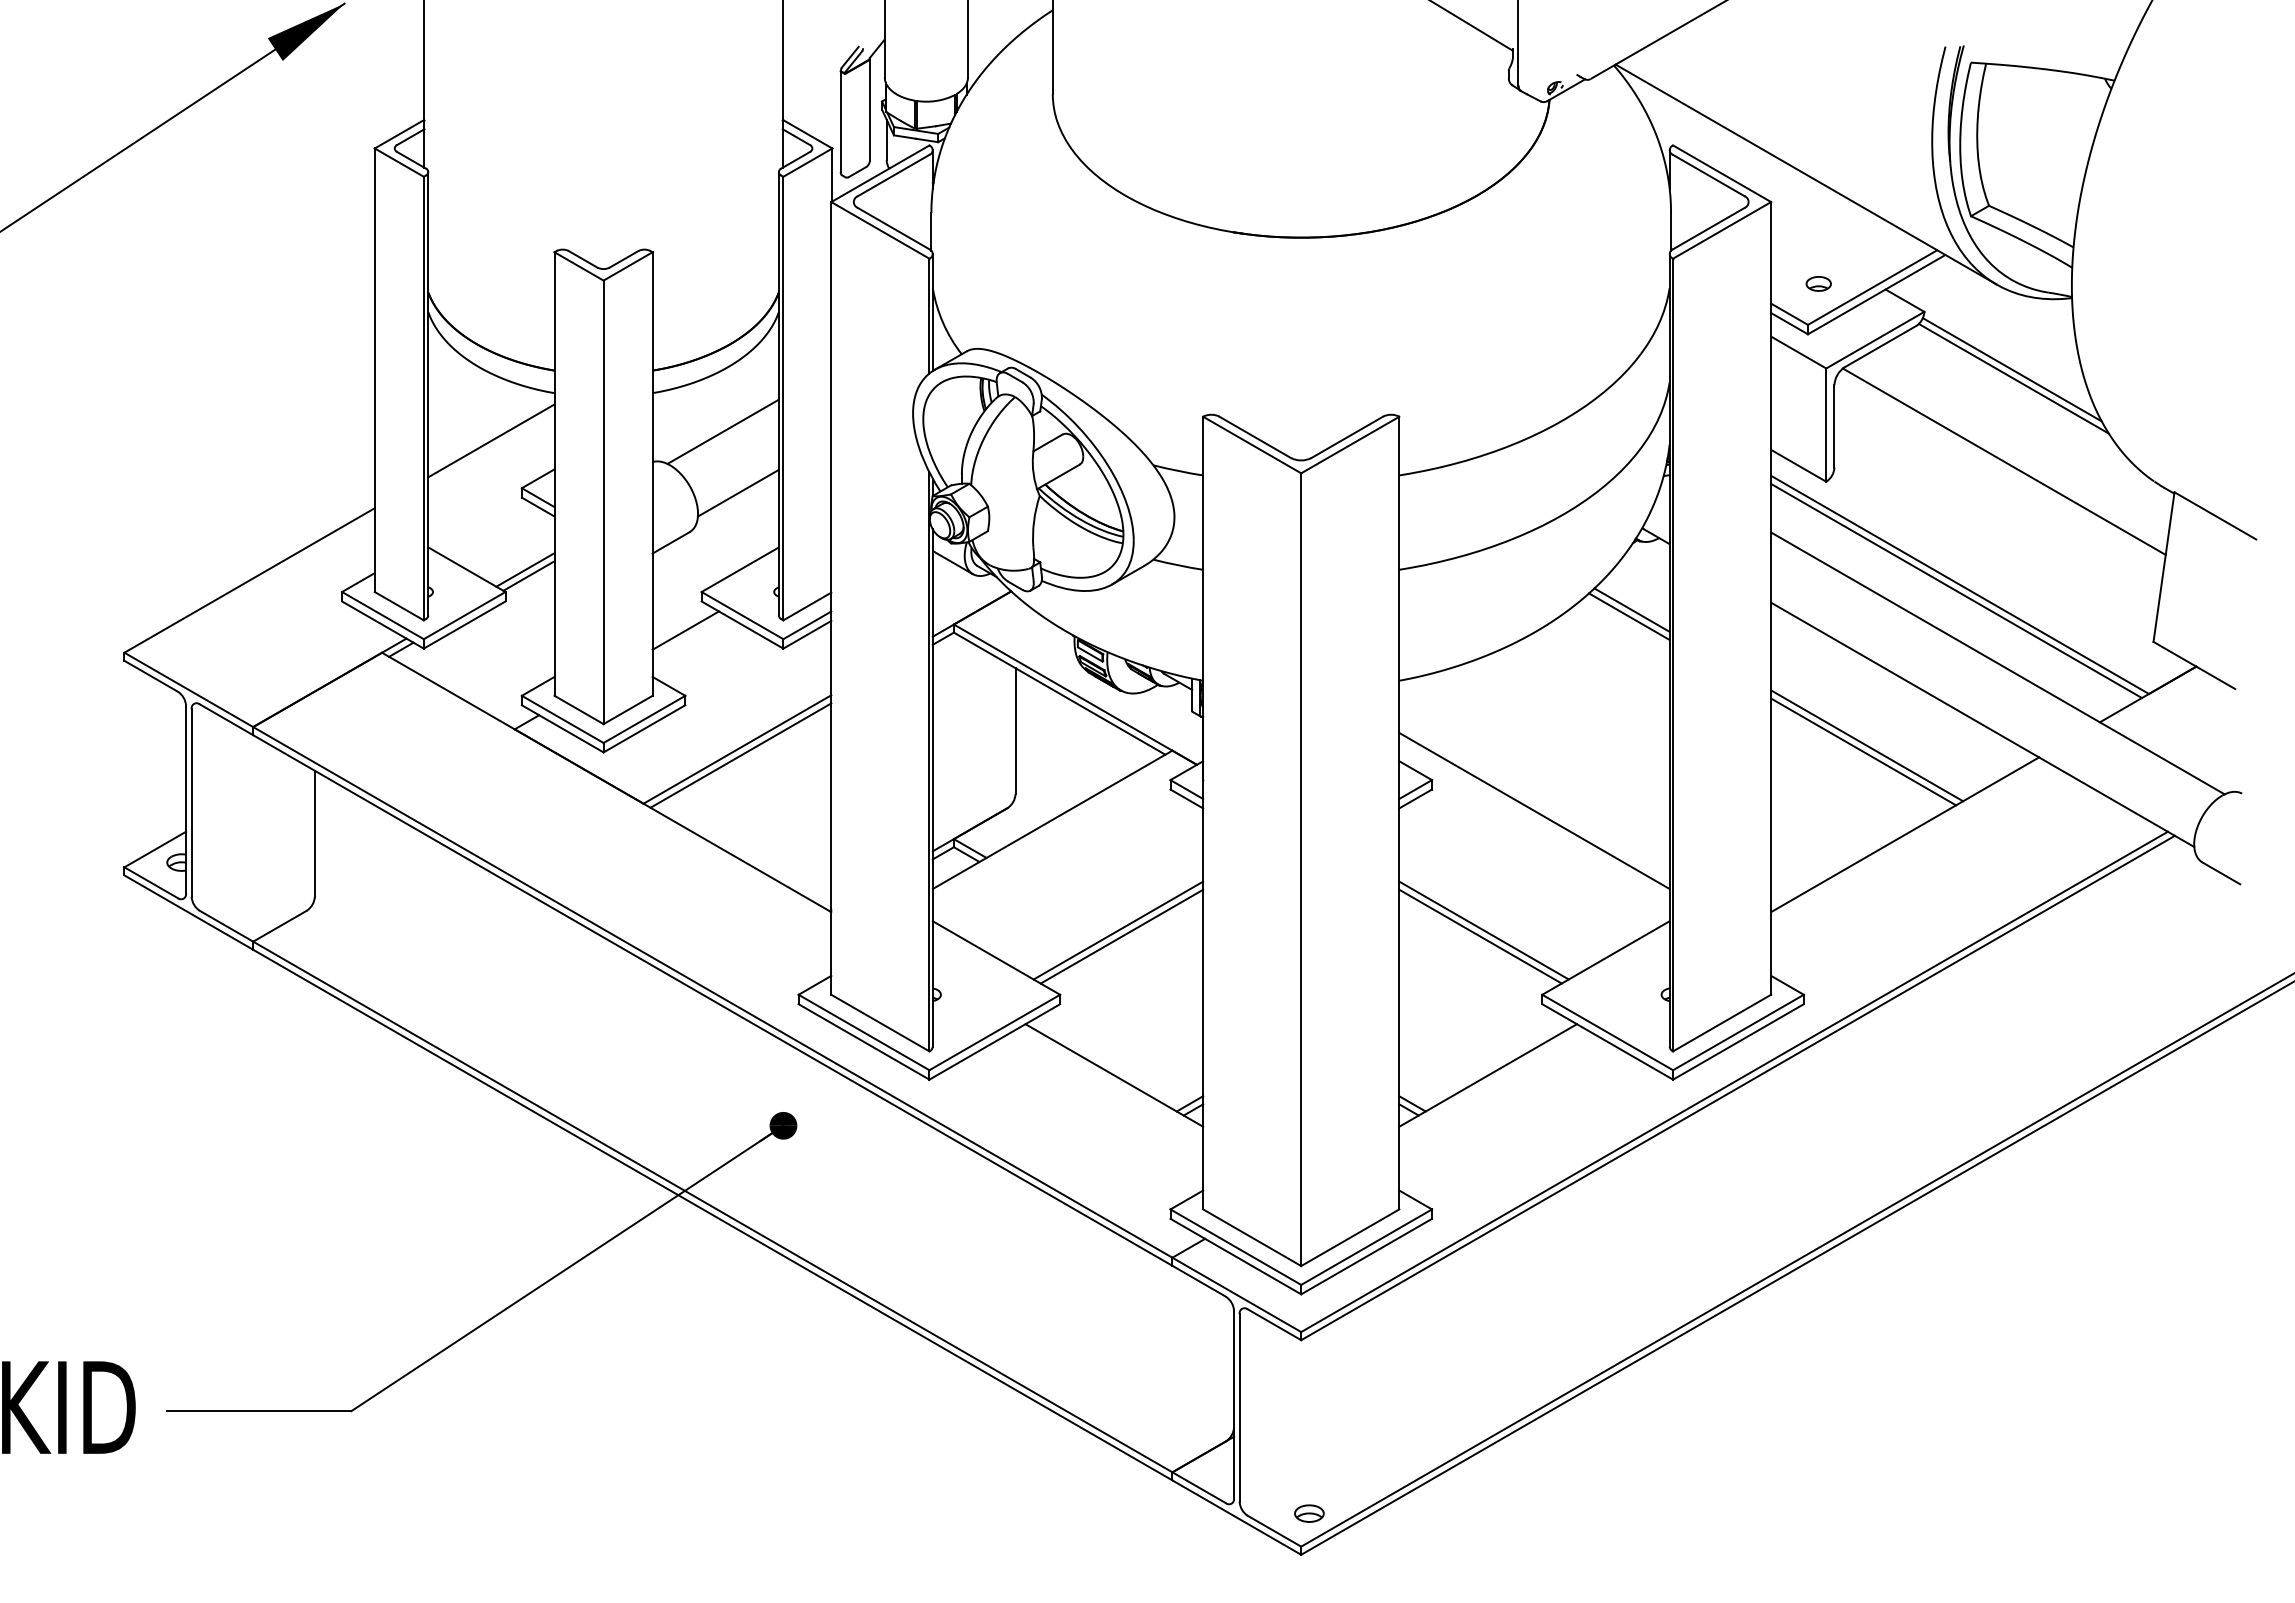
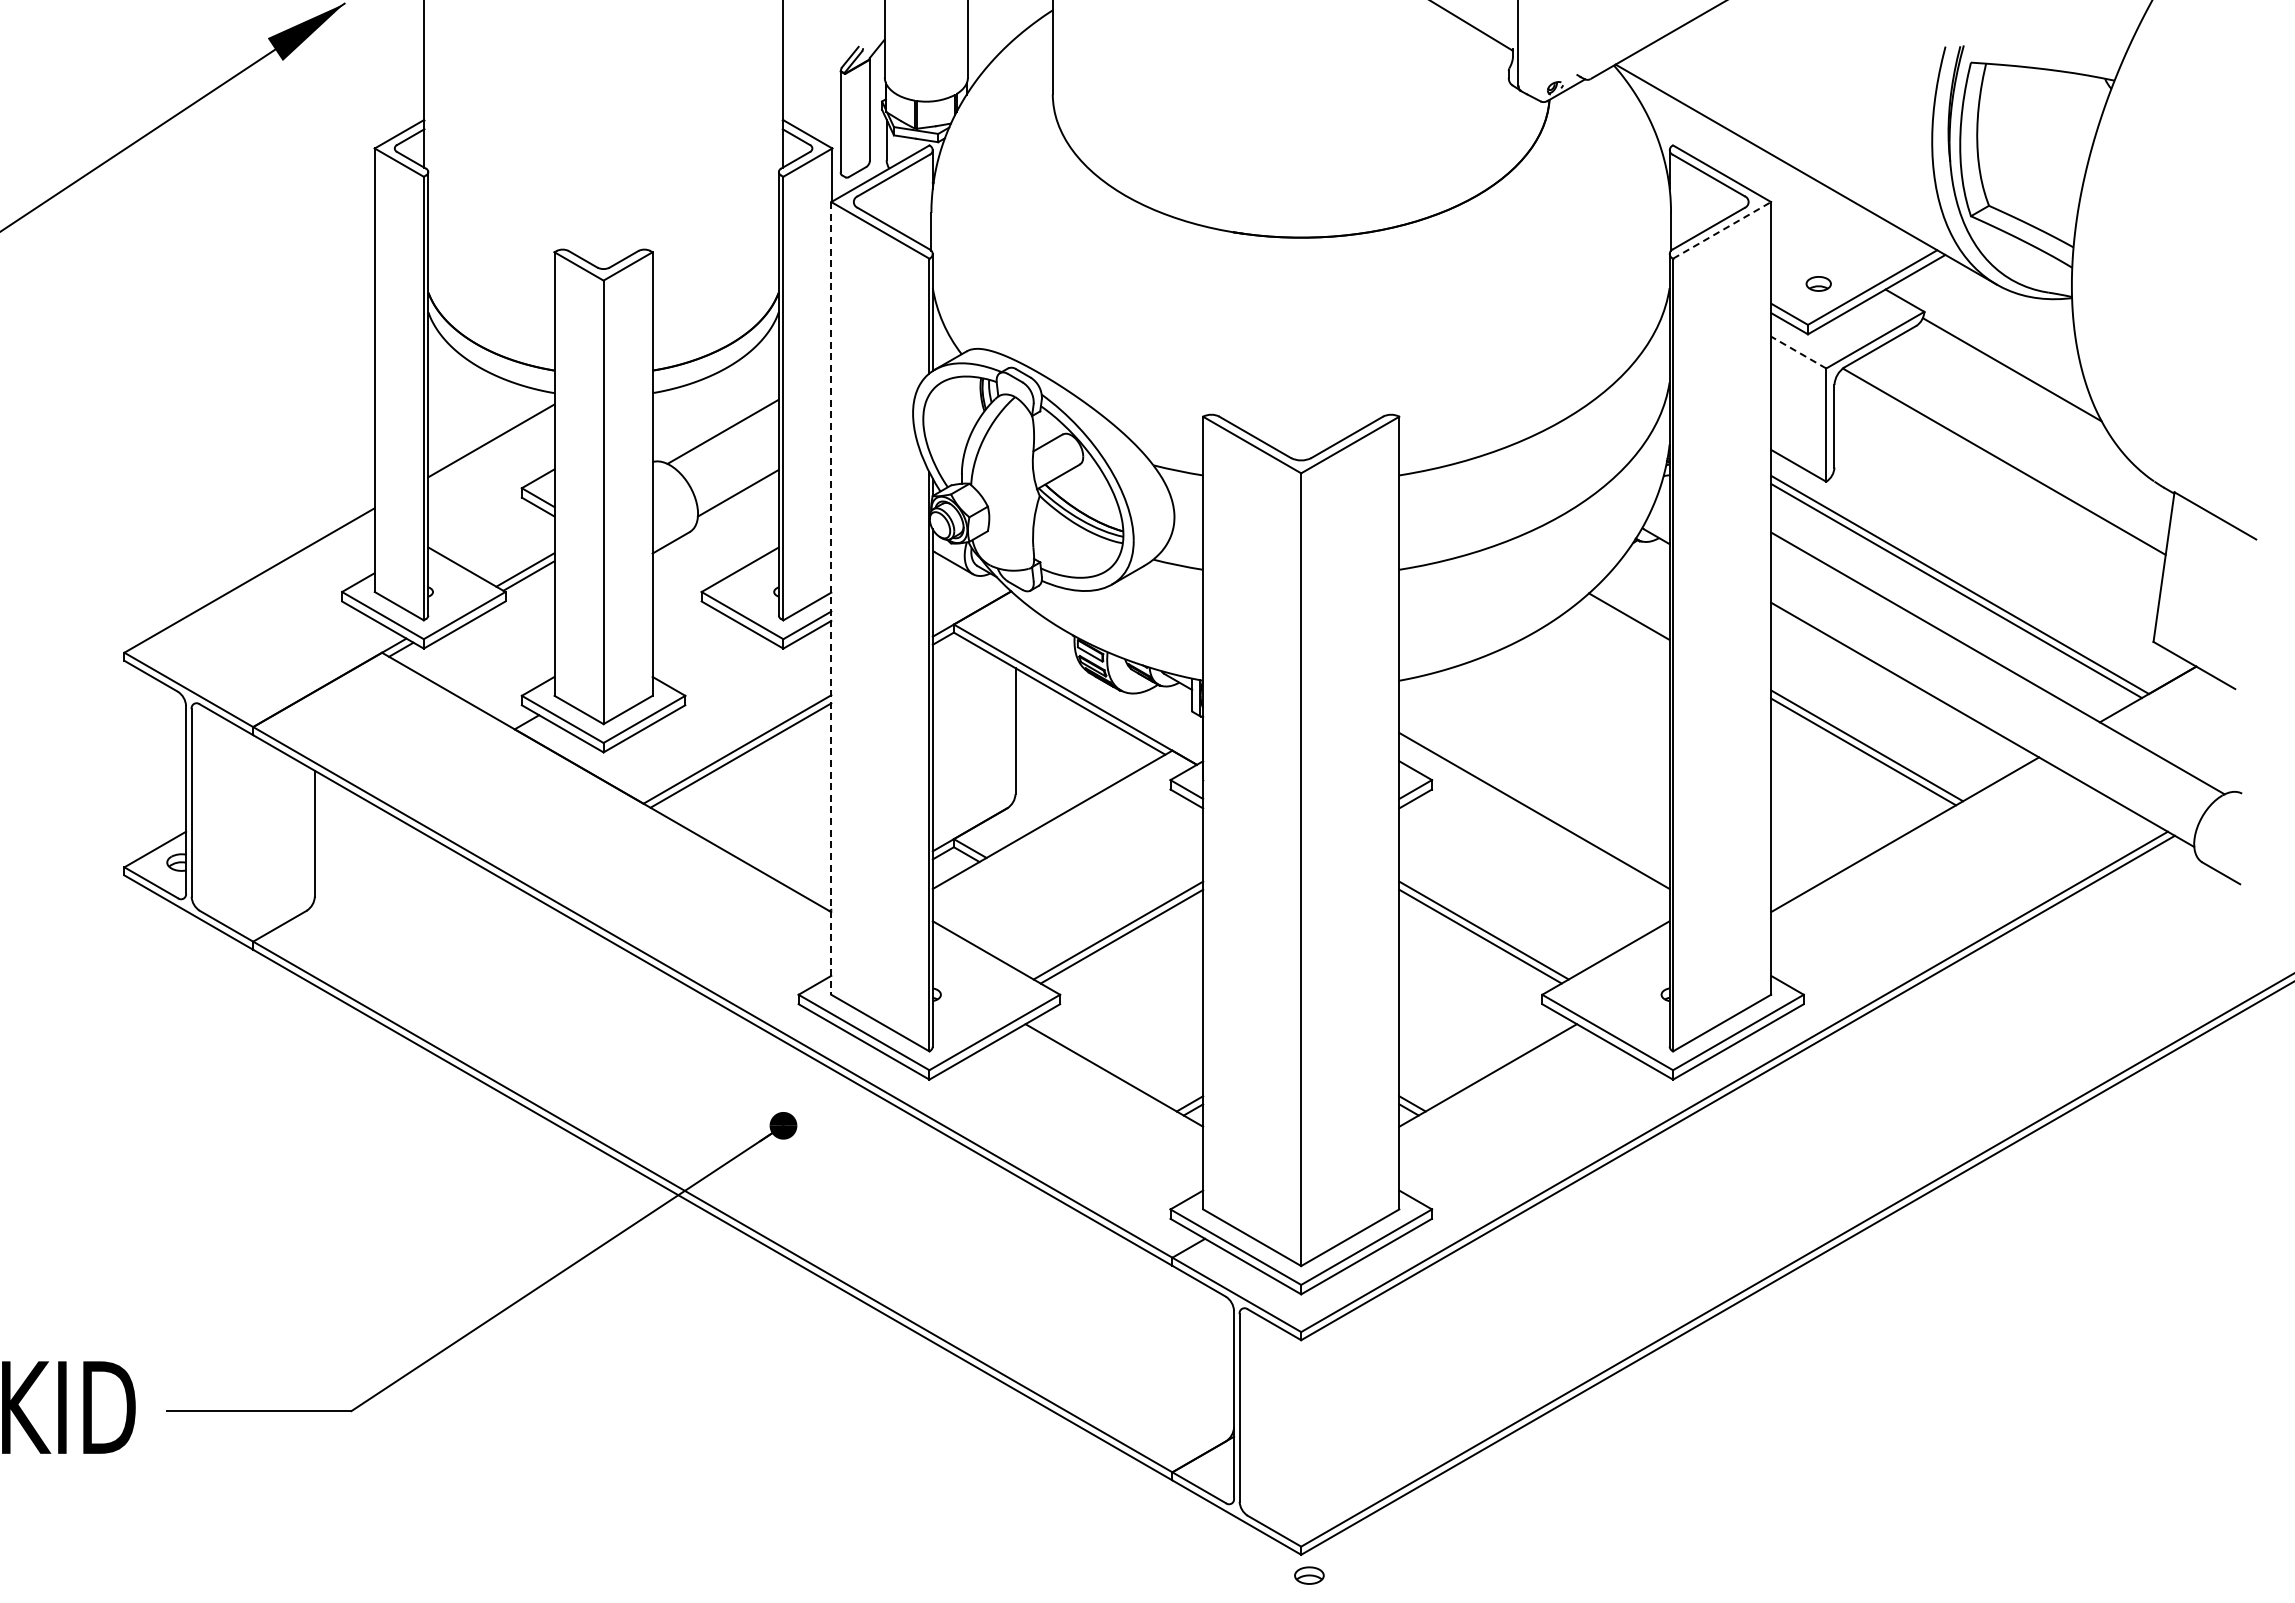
line at (1722, 230): solid -> dashed
line at (1798, 352): solid -> dashed
line at (2013, 378): present -> none
line at (831, 598): solid -> dashed
line at (1631, 609): present -> none
line at (685, 630): present -> none
part at (1309, 1513) position: (1309, 1513) -> (1309, 1575)
